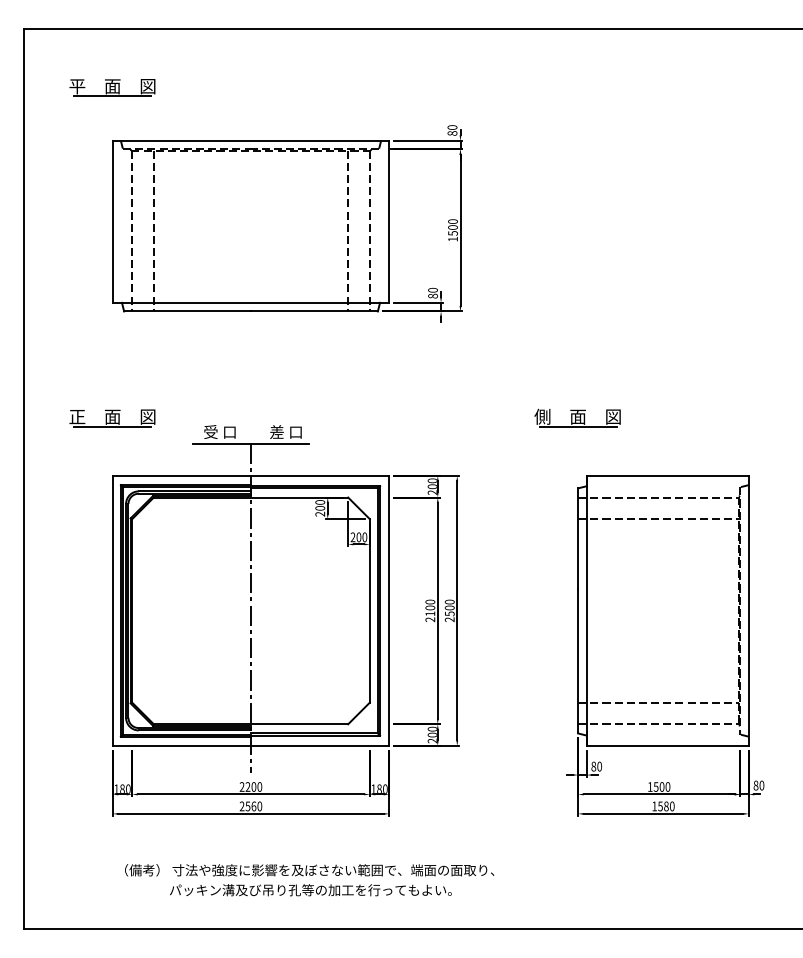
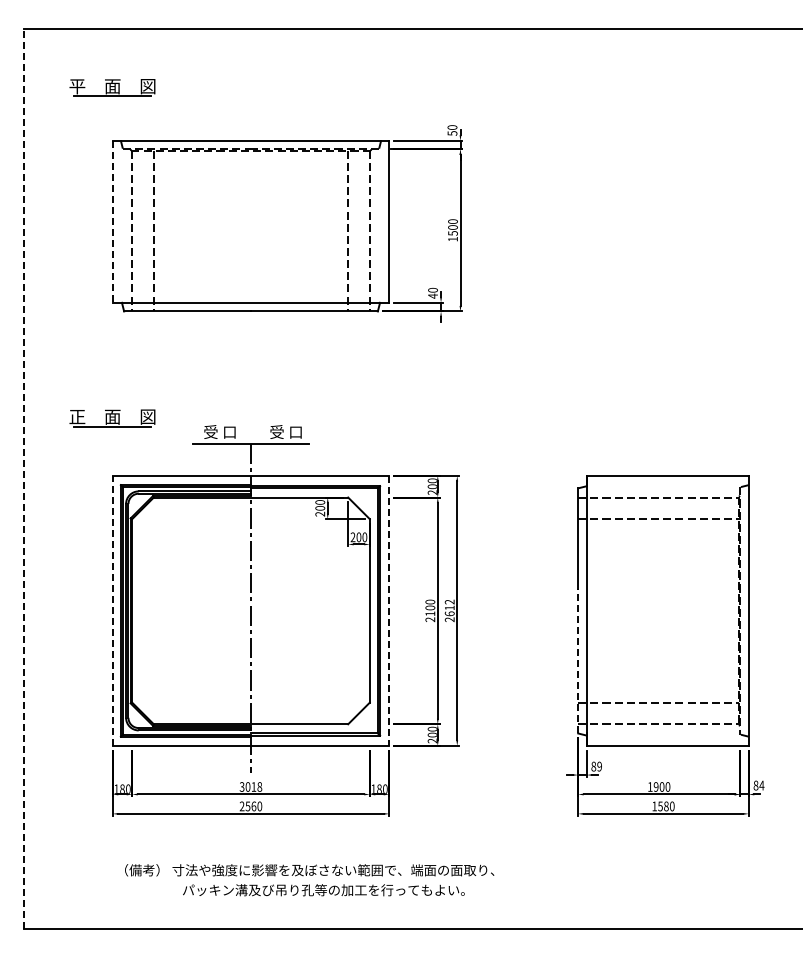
text at (452, 133): 80 -> 50
line at (112, 221): solid -> dashed
text at (432, 295): 80 -> 40
part at (577, 417): present -> none
text at (276, 431): 差 口 -> 受 口
line at (23, 478): solid -> dashed
text at (449, 607): 2500 -> 2612
line at (112, 610): solid -> dashed
line at (389, 610): solid -> dashed
line at (578, 660): solid -> dashed
text at (599, 766): 80 -> 89
text at (761, 785): 80 -> 84
text at (250, 786): 2200 -> 3018
text at (655, 786): 1500 -> 1900
text at (310, 890) position: (310, 890) -> (323, 890)
